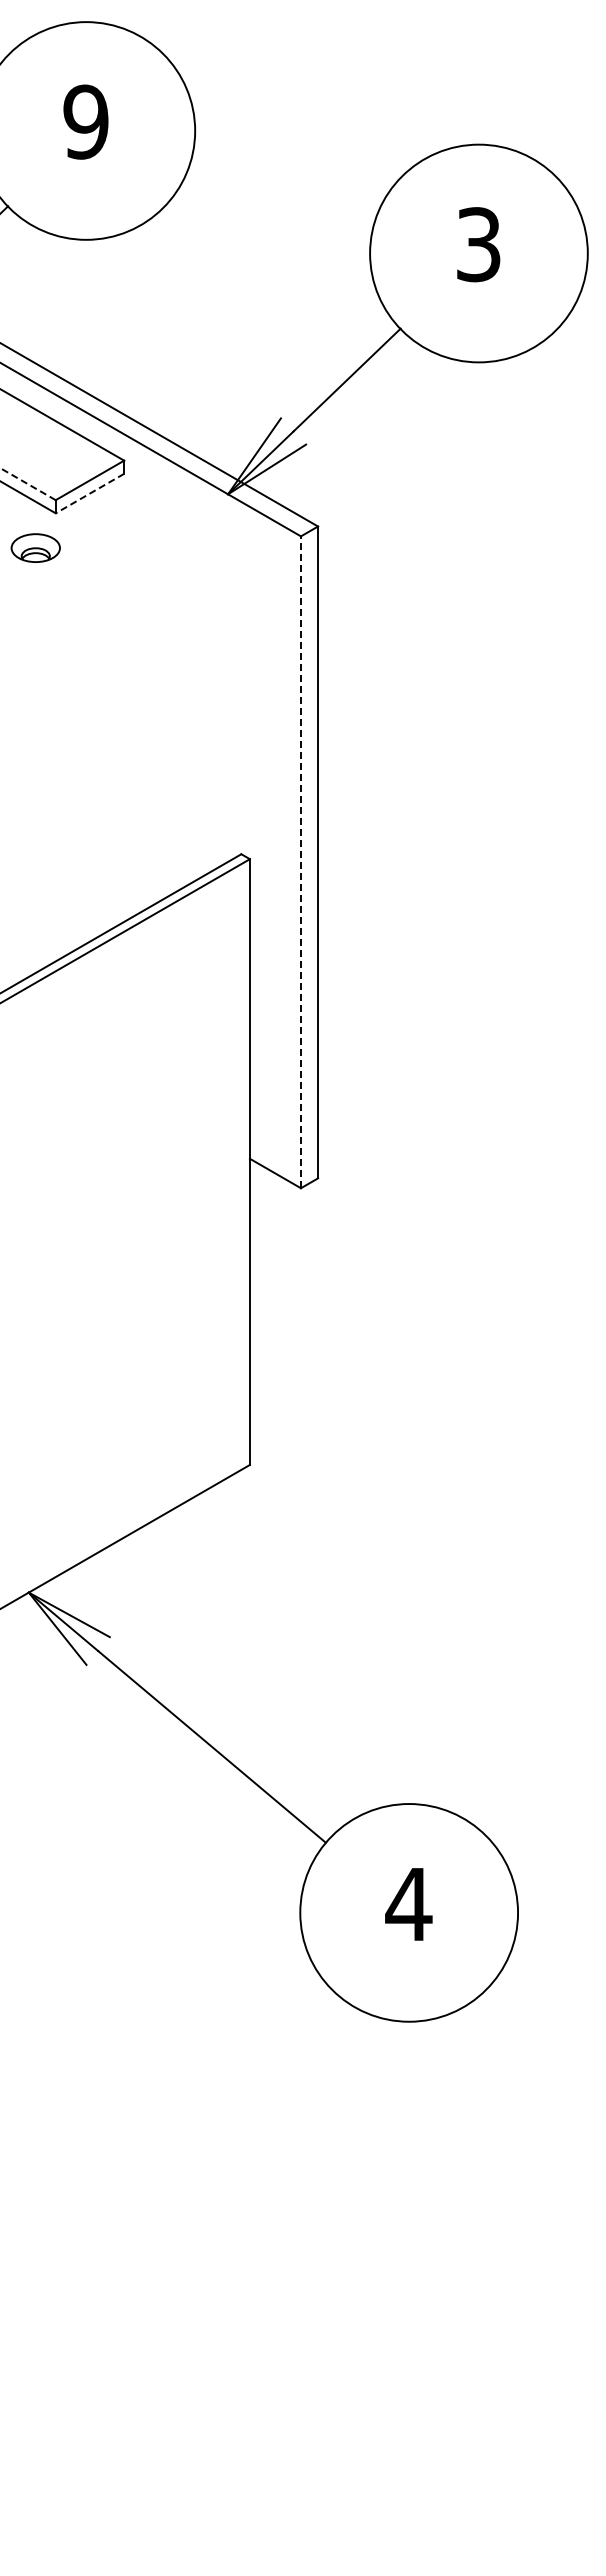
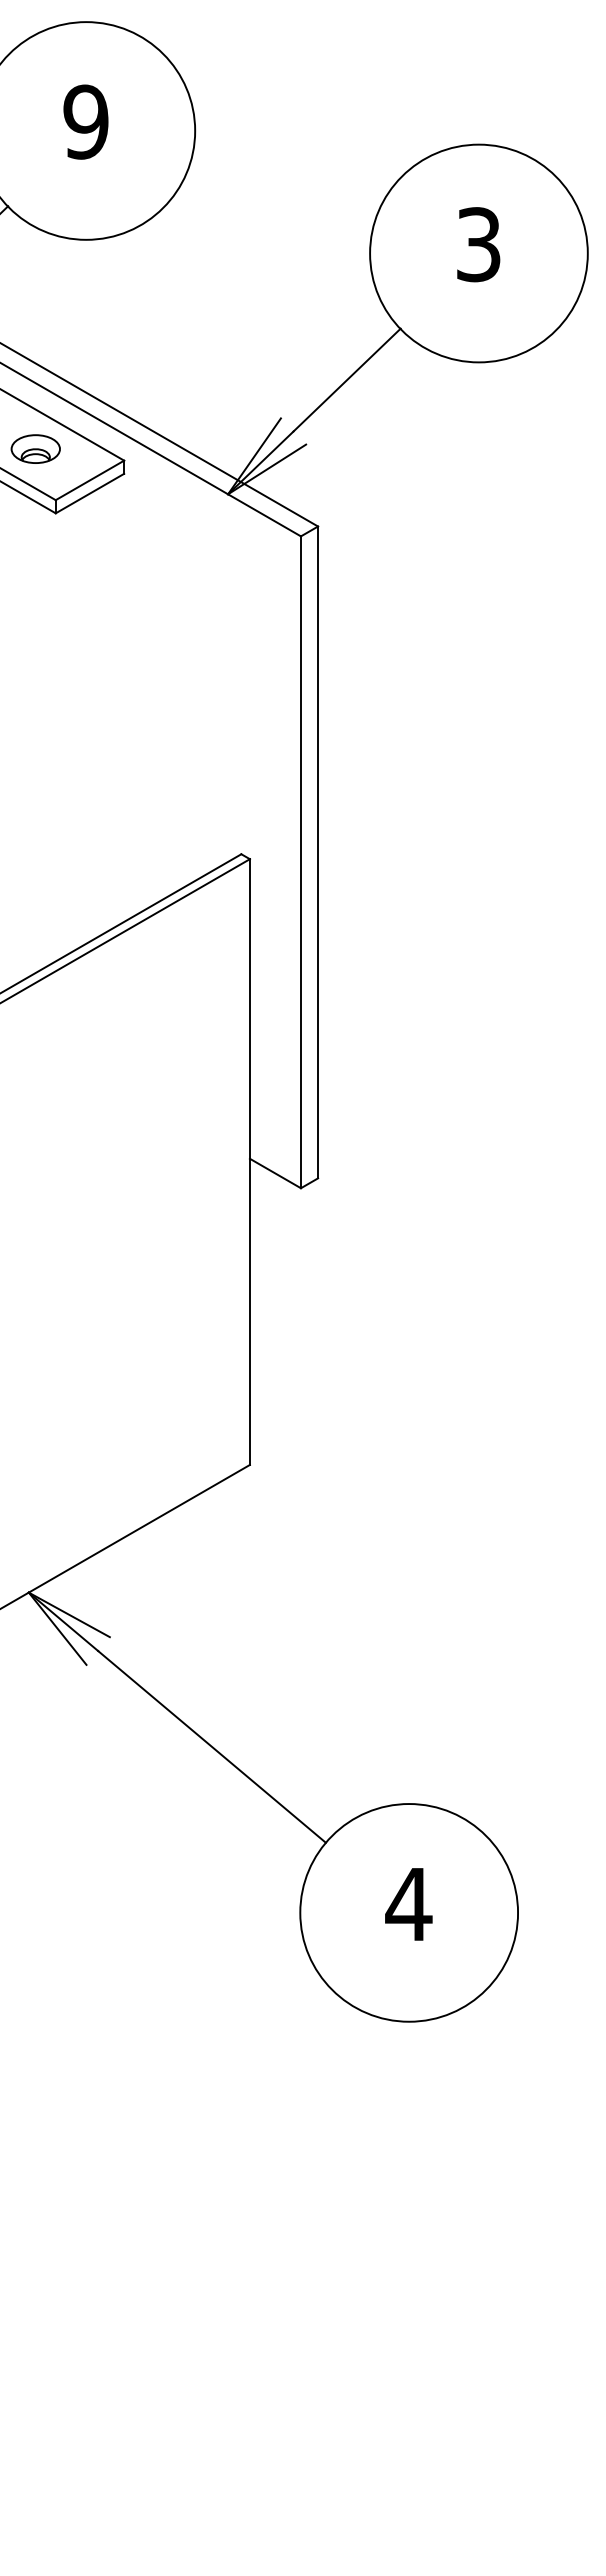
line at (28, 484): dashed -> solid
line at (89, 493): dashed -> solid
part at (35, 547) position: (35, 547) -> (35, 448)
line at (300, 862): dashed -> solid
